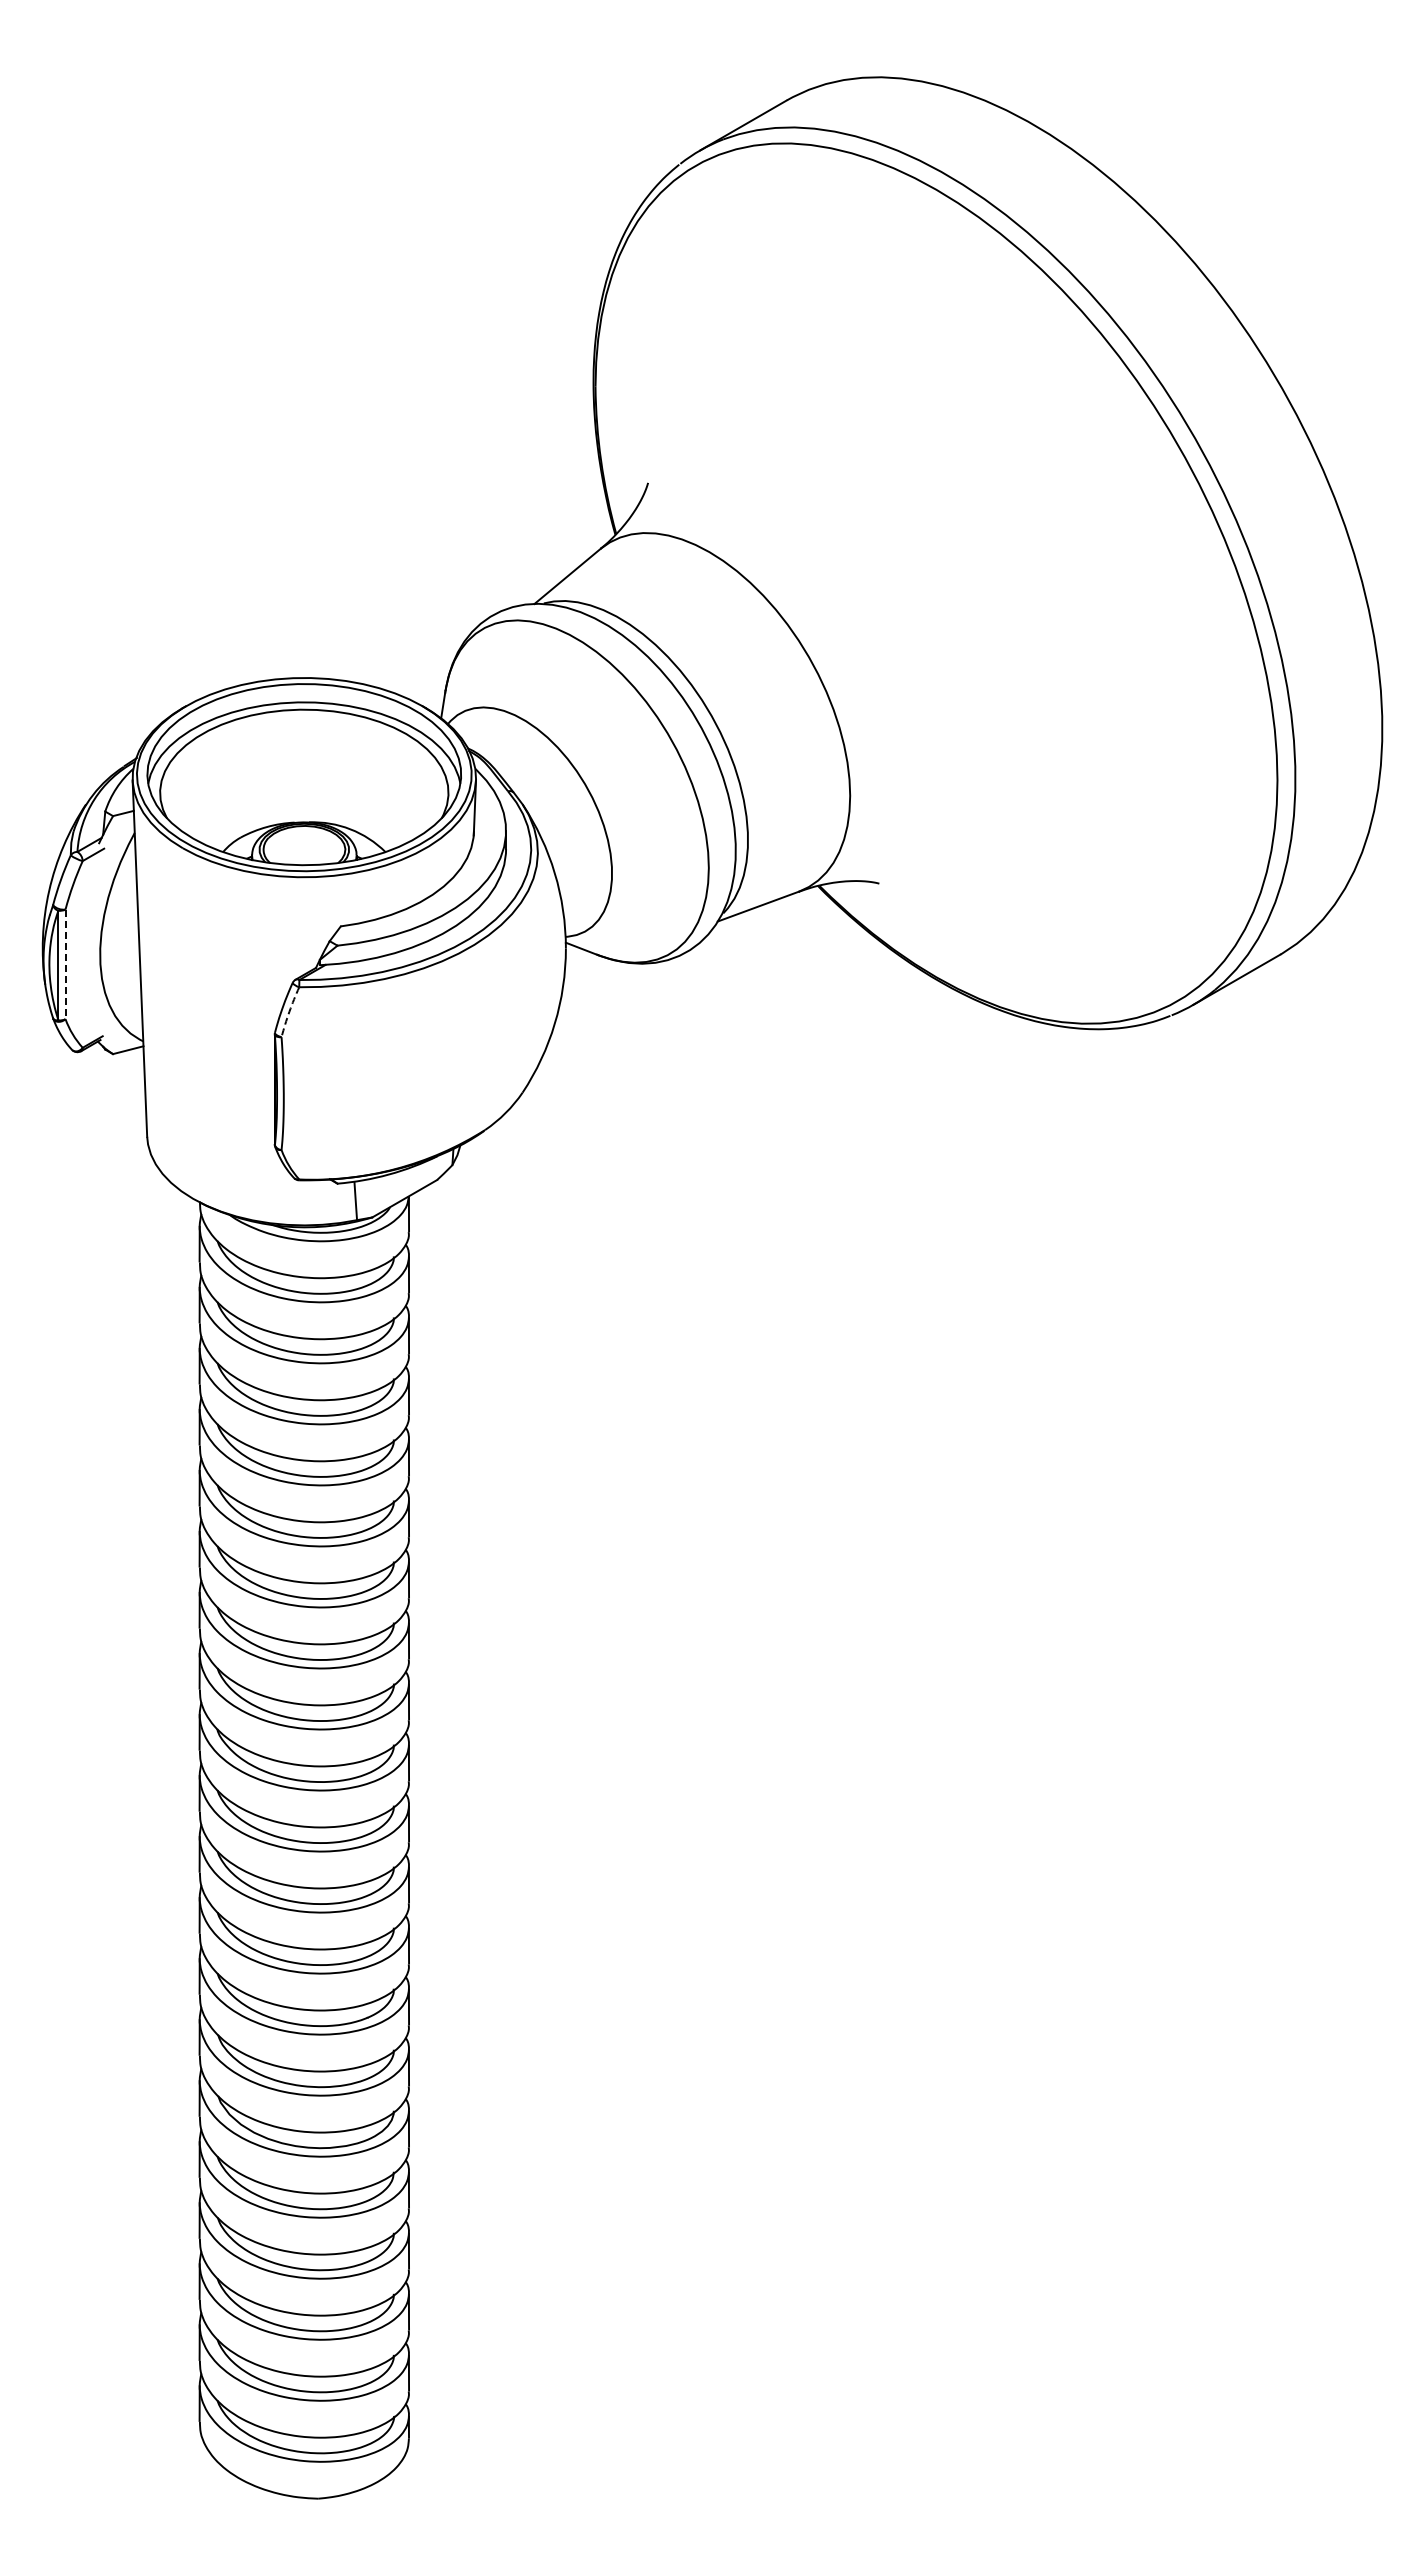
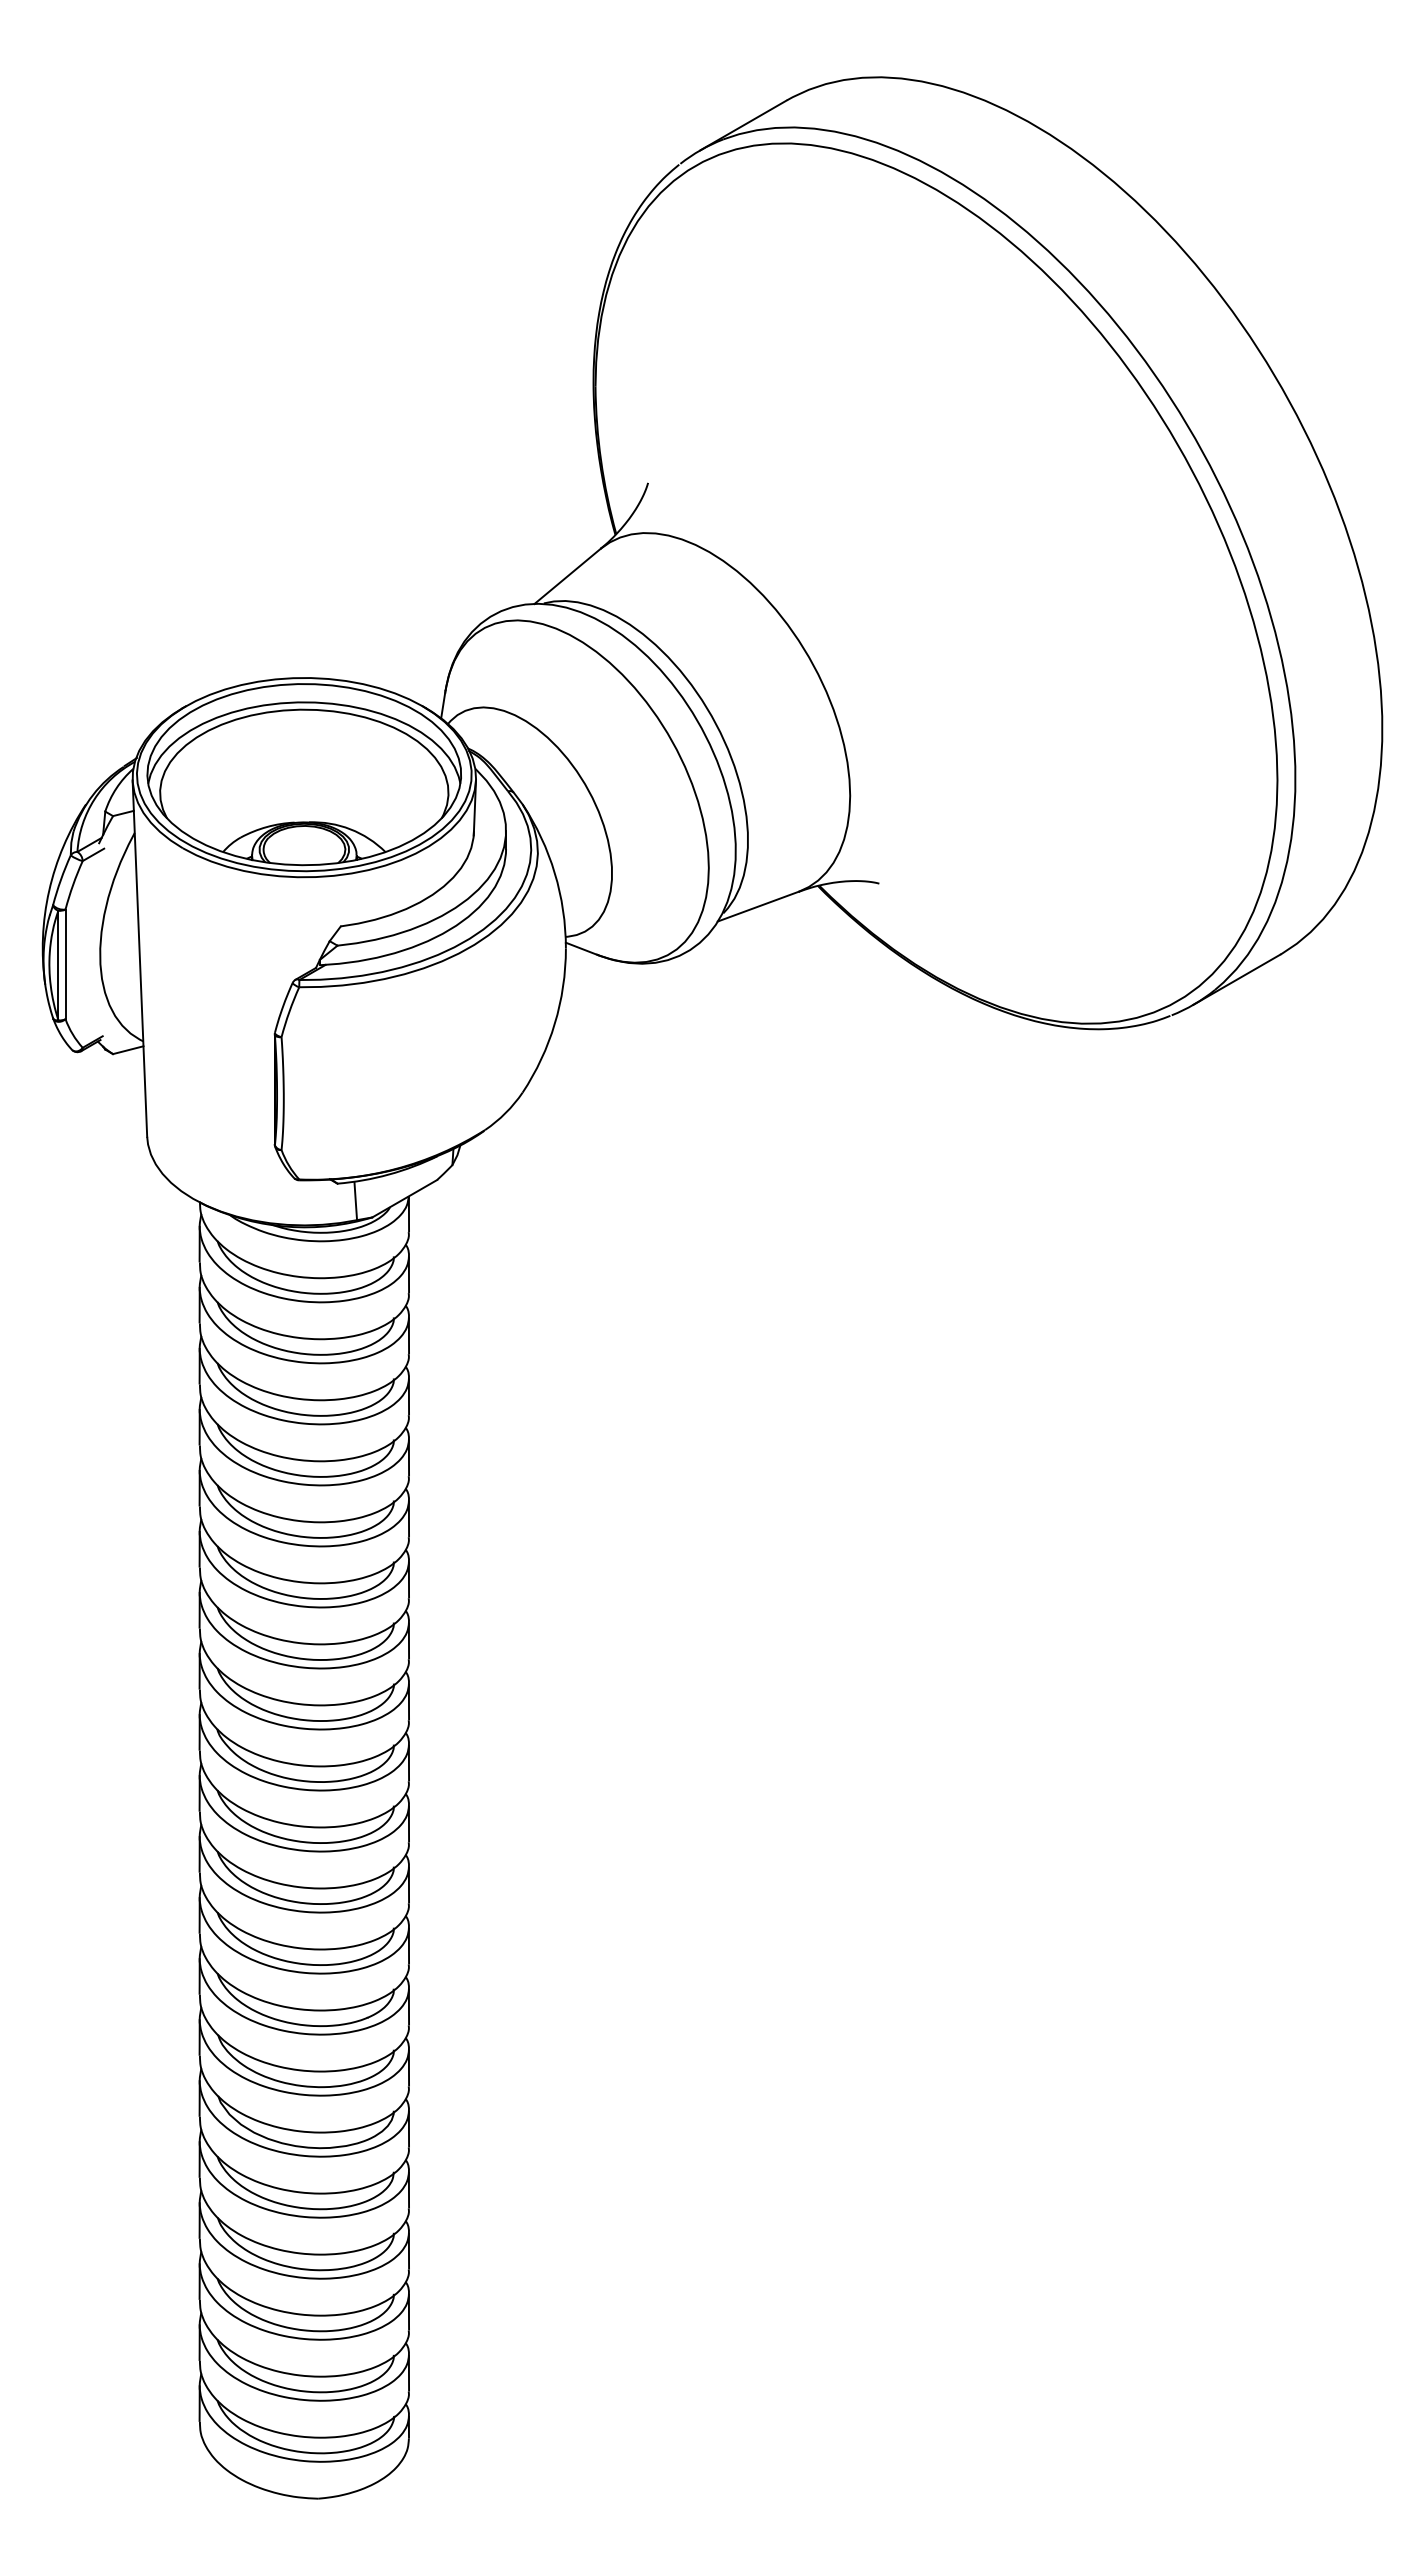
line at (65, 964): dashed -> solid
arc at (289, 1011): dashed -> solid
